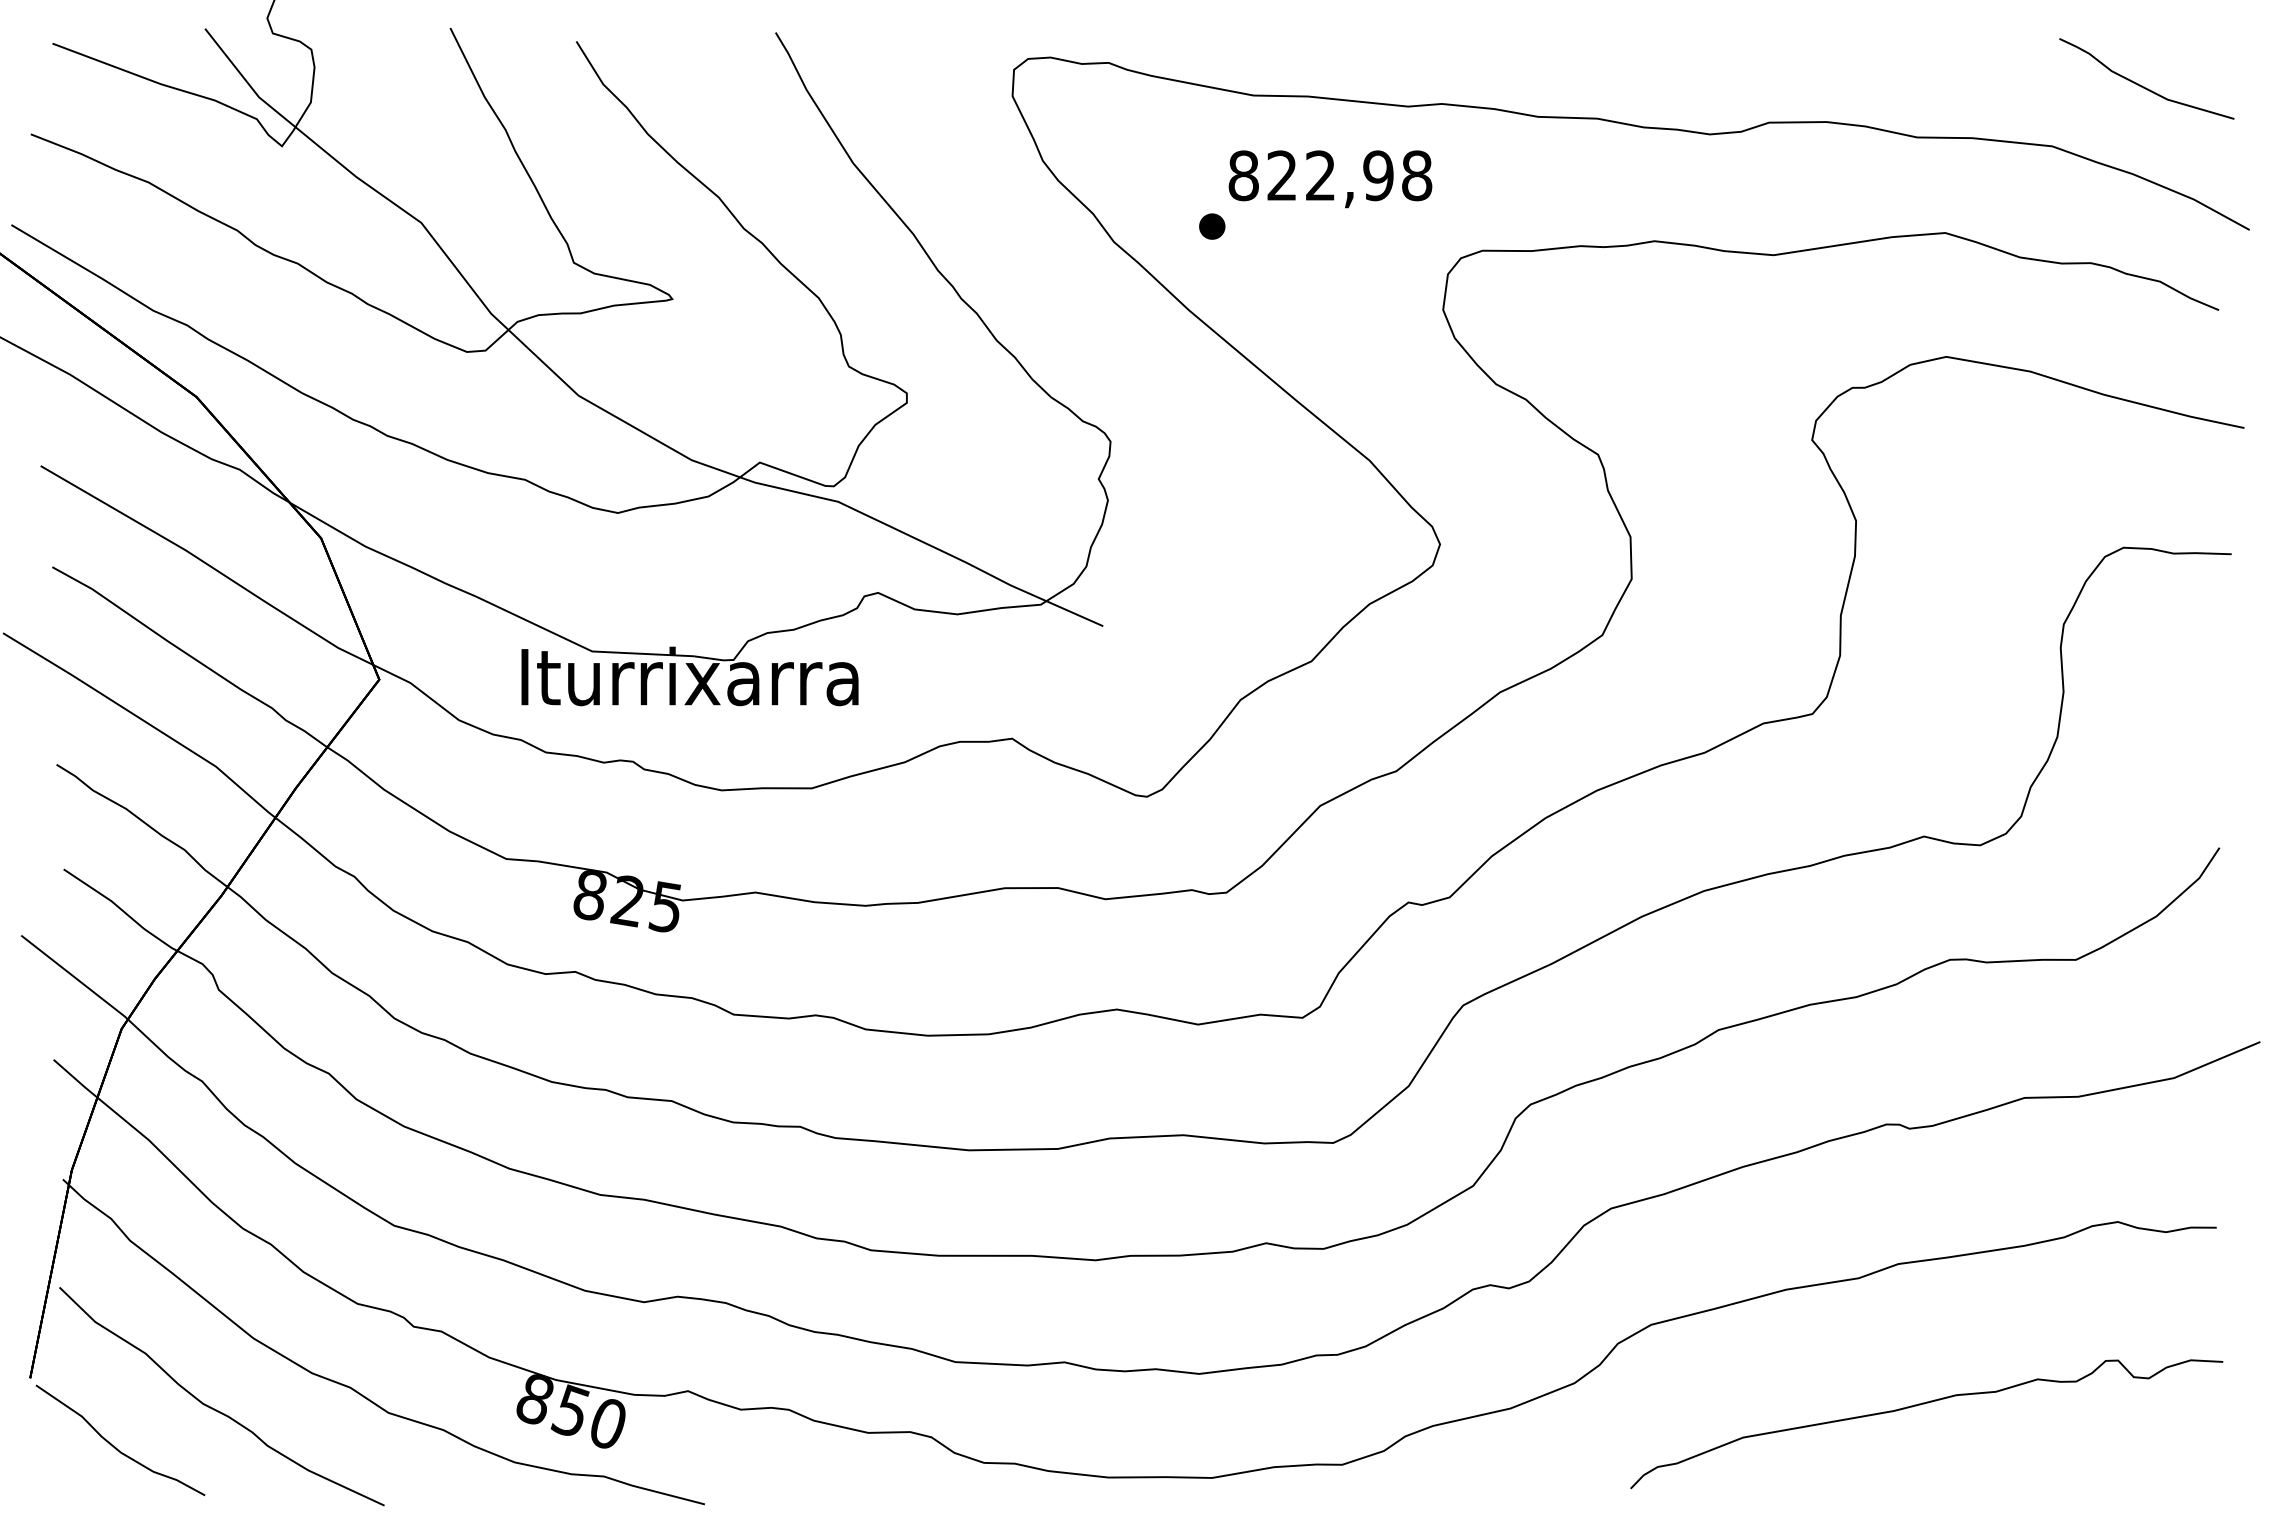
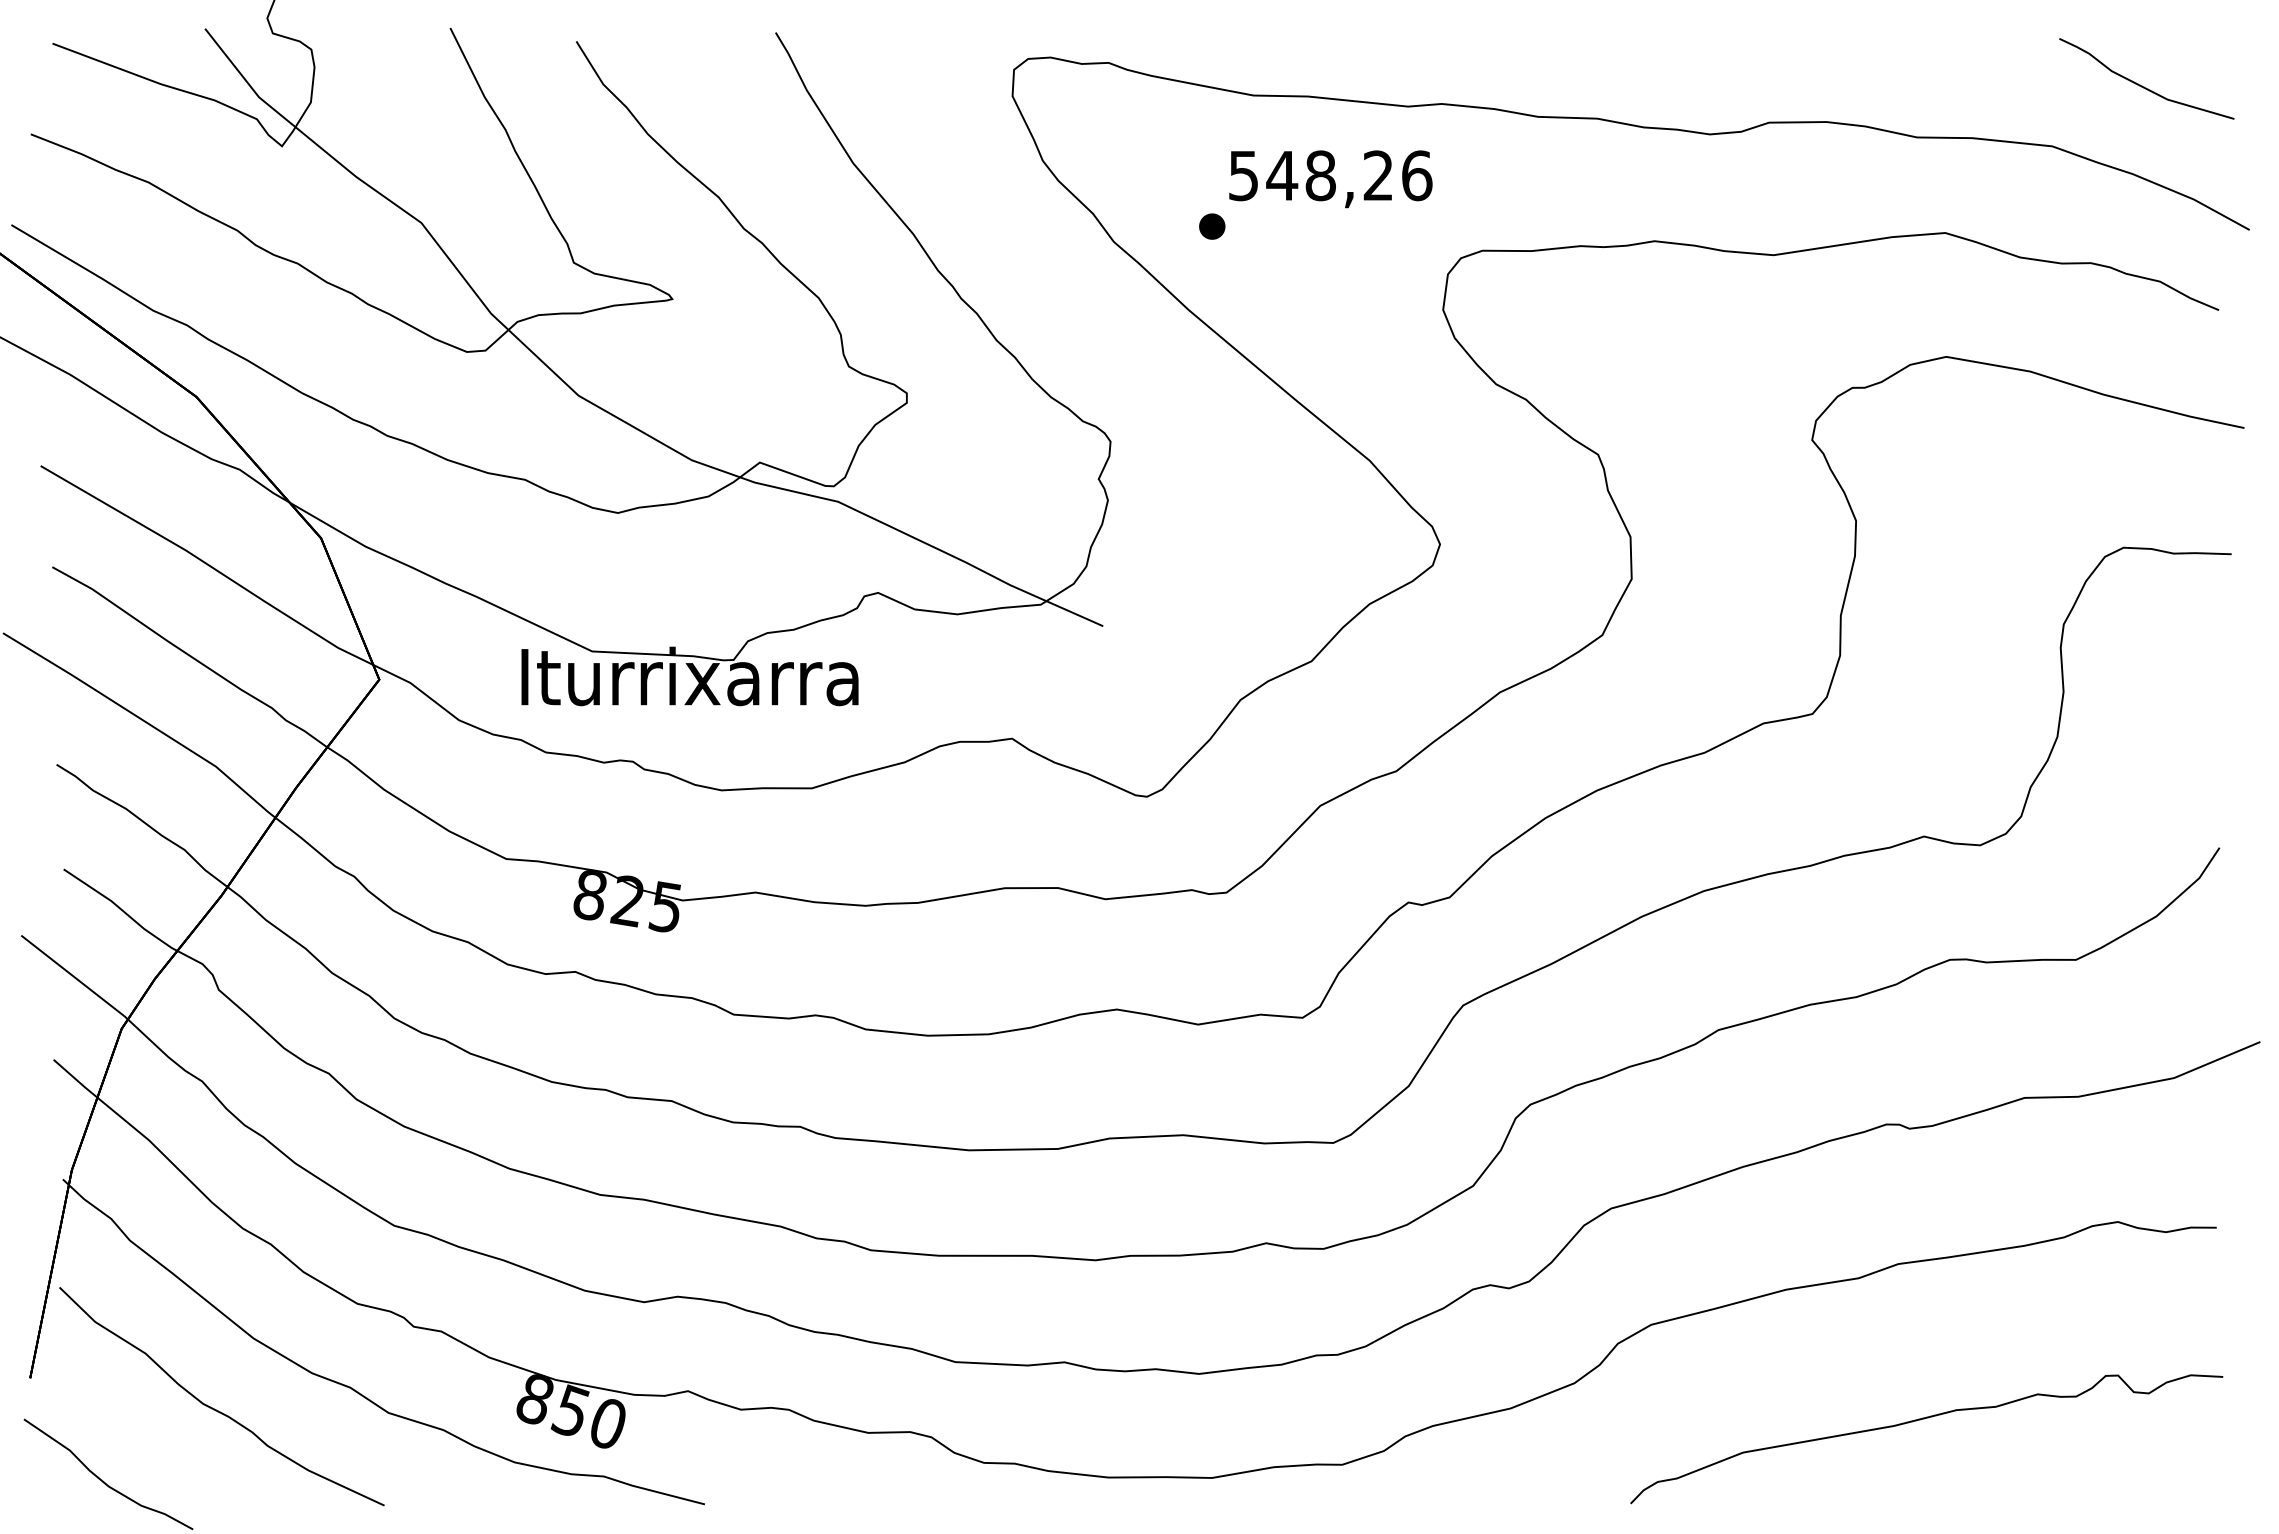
text at (1330, 175): 822,98 -> 548,26
curve at (1920, 1405) position: (1920, 1405) -> (1920, 1420)
curve at (115, 1446) position: (115, 1446) -> (103, 1480)
